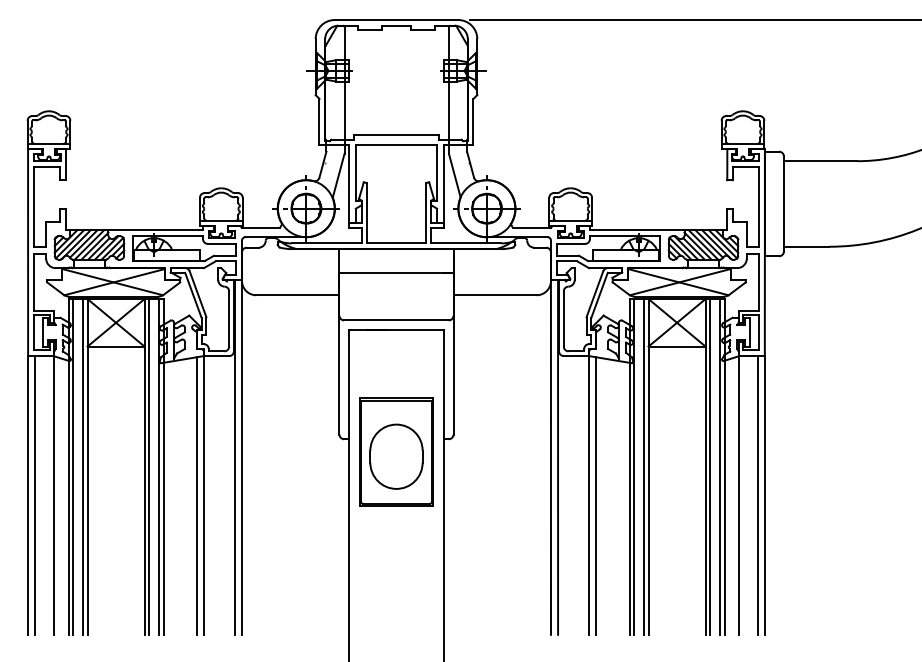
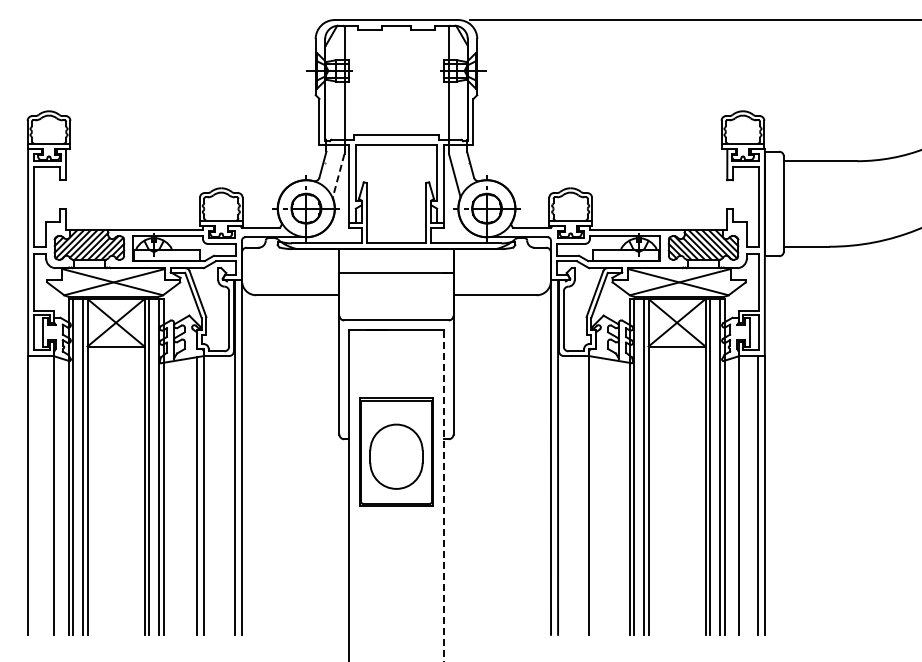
line at (338, 175): solid -> dashed
line at (35, 495): present -> none
line at (444, 495): solid -> dashed
line at (596, 495): present -> none
